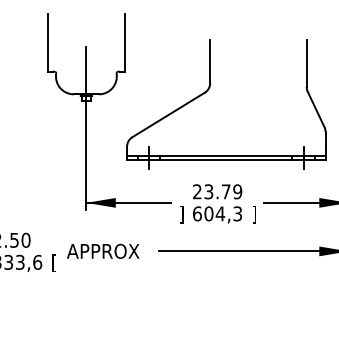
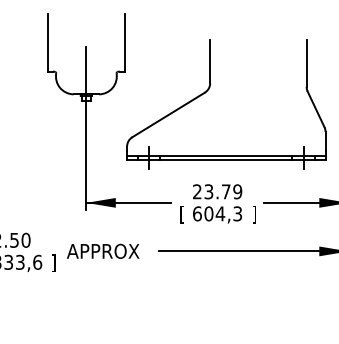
text at (181, 214): ] -> [
text at (53, 263): [ -> ]
